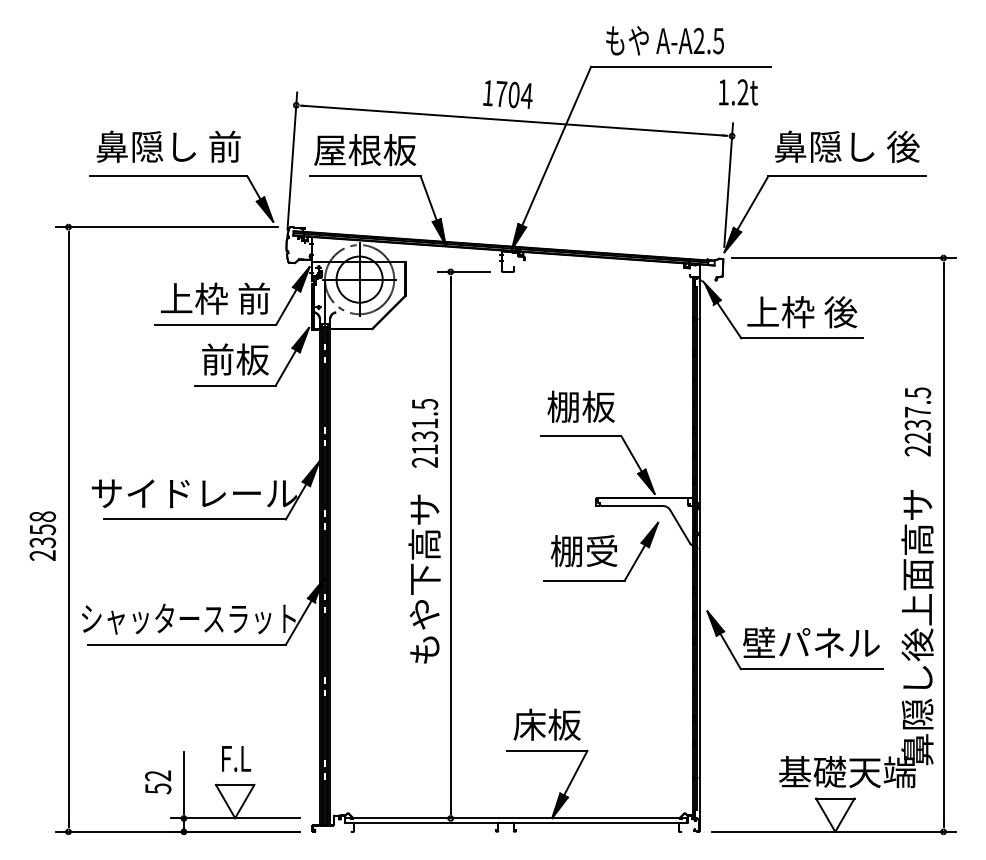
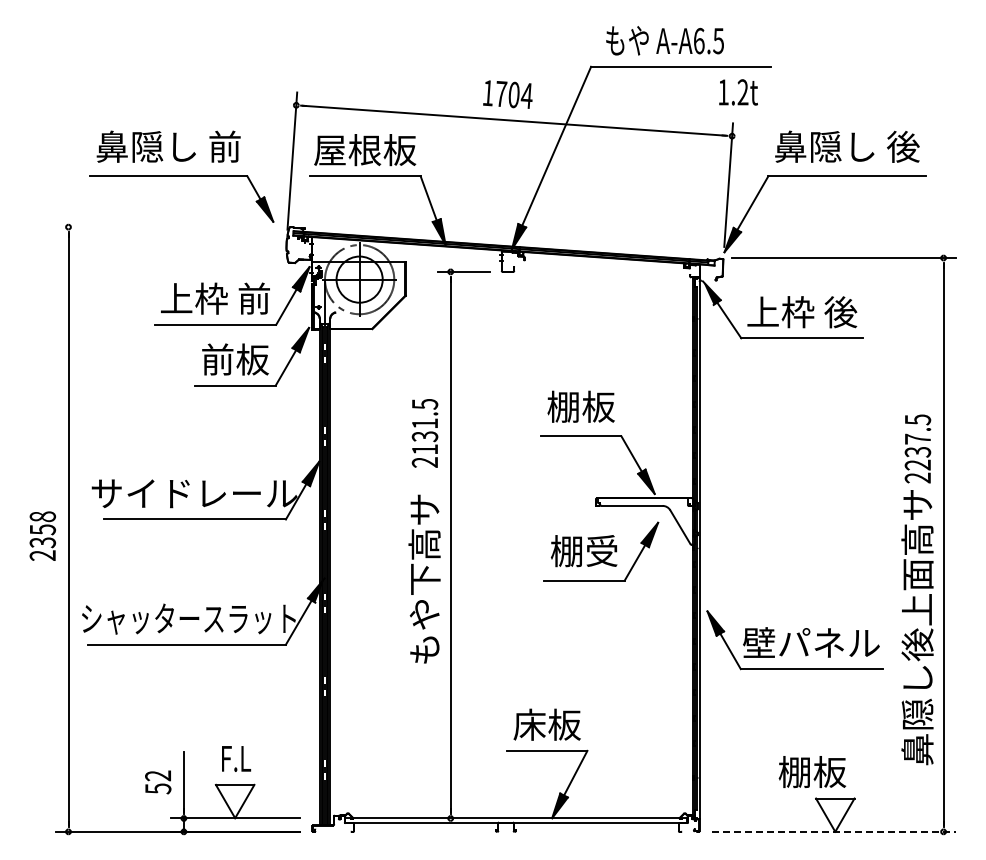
text at (698, 40): A-A2.5 -> A-A6.5
line at (166, 227): present -> none
text at (917, 421) position: (917, 421) -> (917, 448)
text at (846, 772): 基礎天端 -> 棚板
line at (834, 831): solid -> dashed
